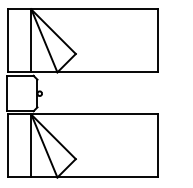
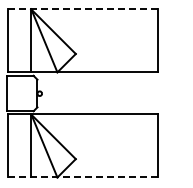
line at (83, 9): solid -> dashed
line at (82, 177): solid -> dashed
